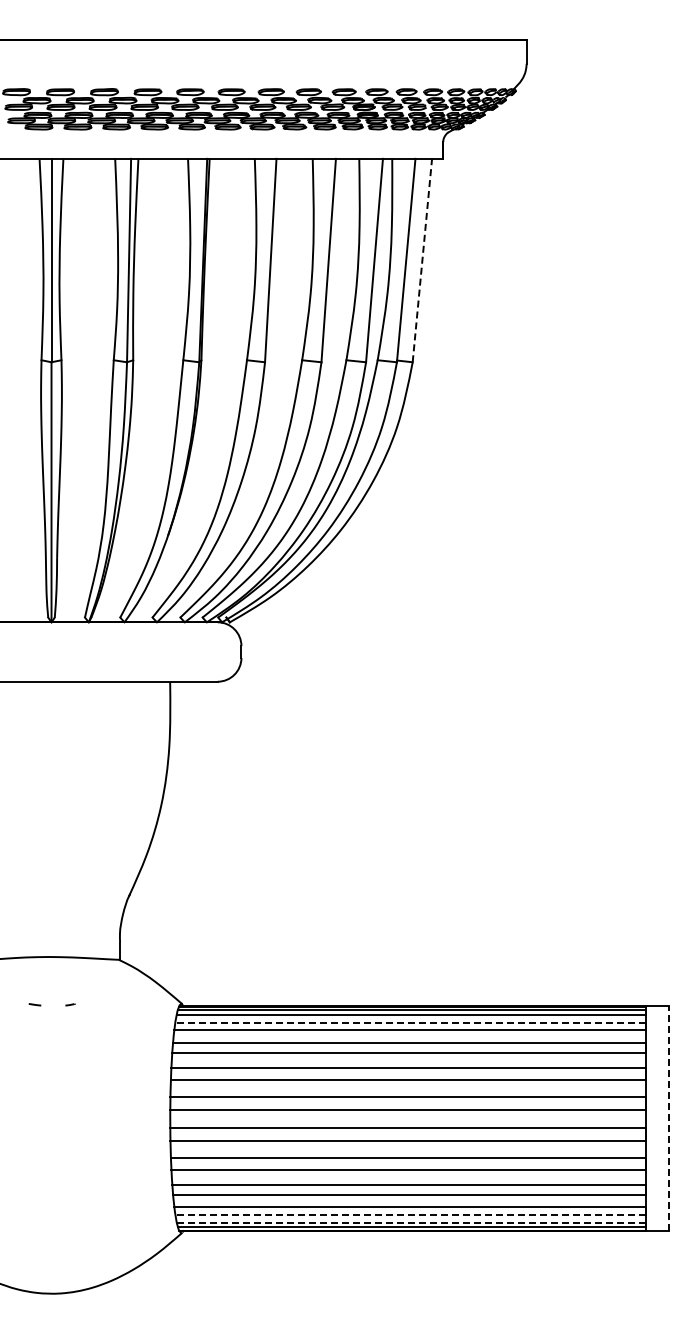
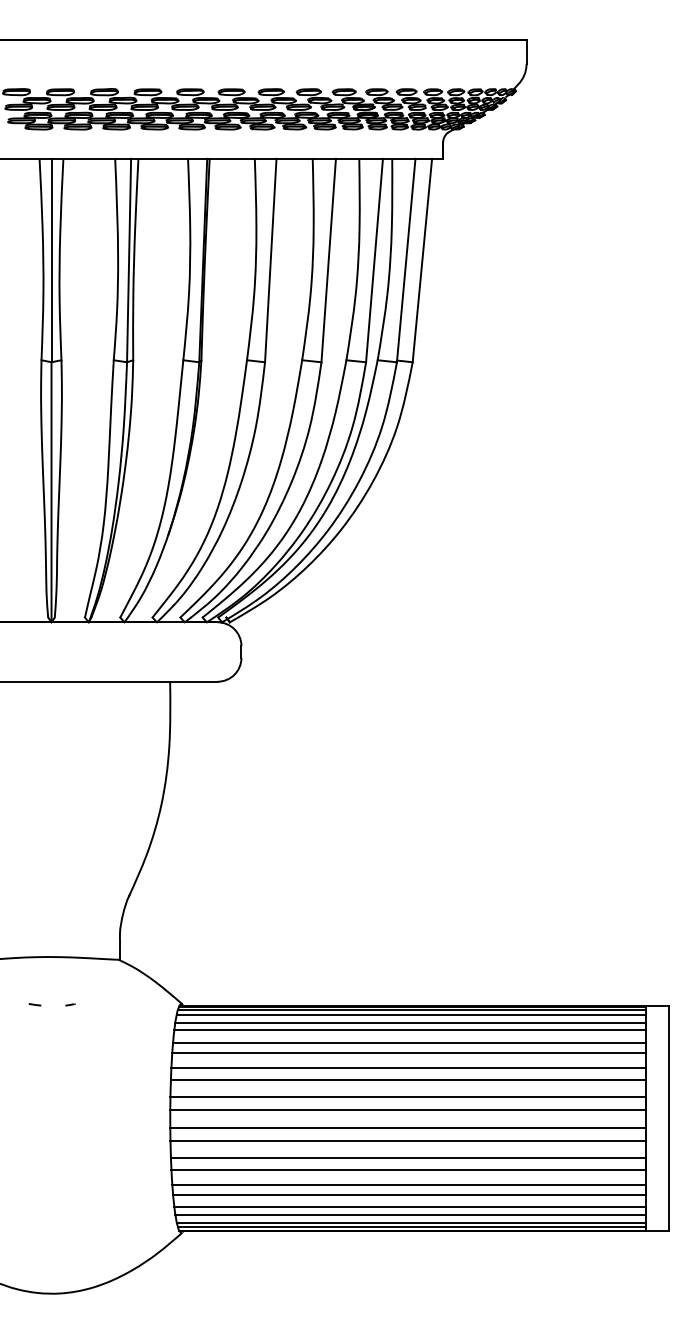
line at (422, 260): dashed -> solid
line at (409, 1022): dashed -> solid
line at (669, 1118): dashed -> solid
line at (409, 1214): dashed -> solid
line at (410, 1222): dashed -> solid
